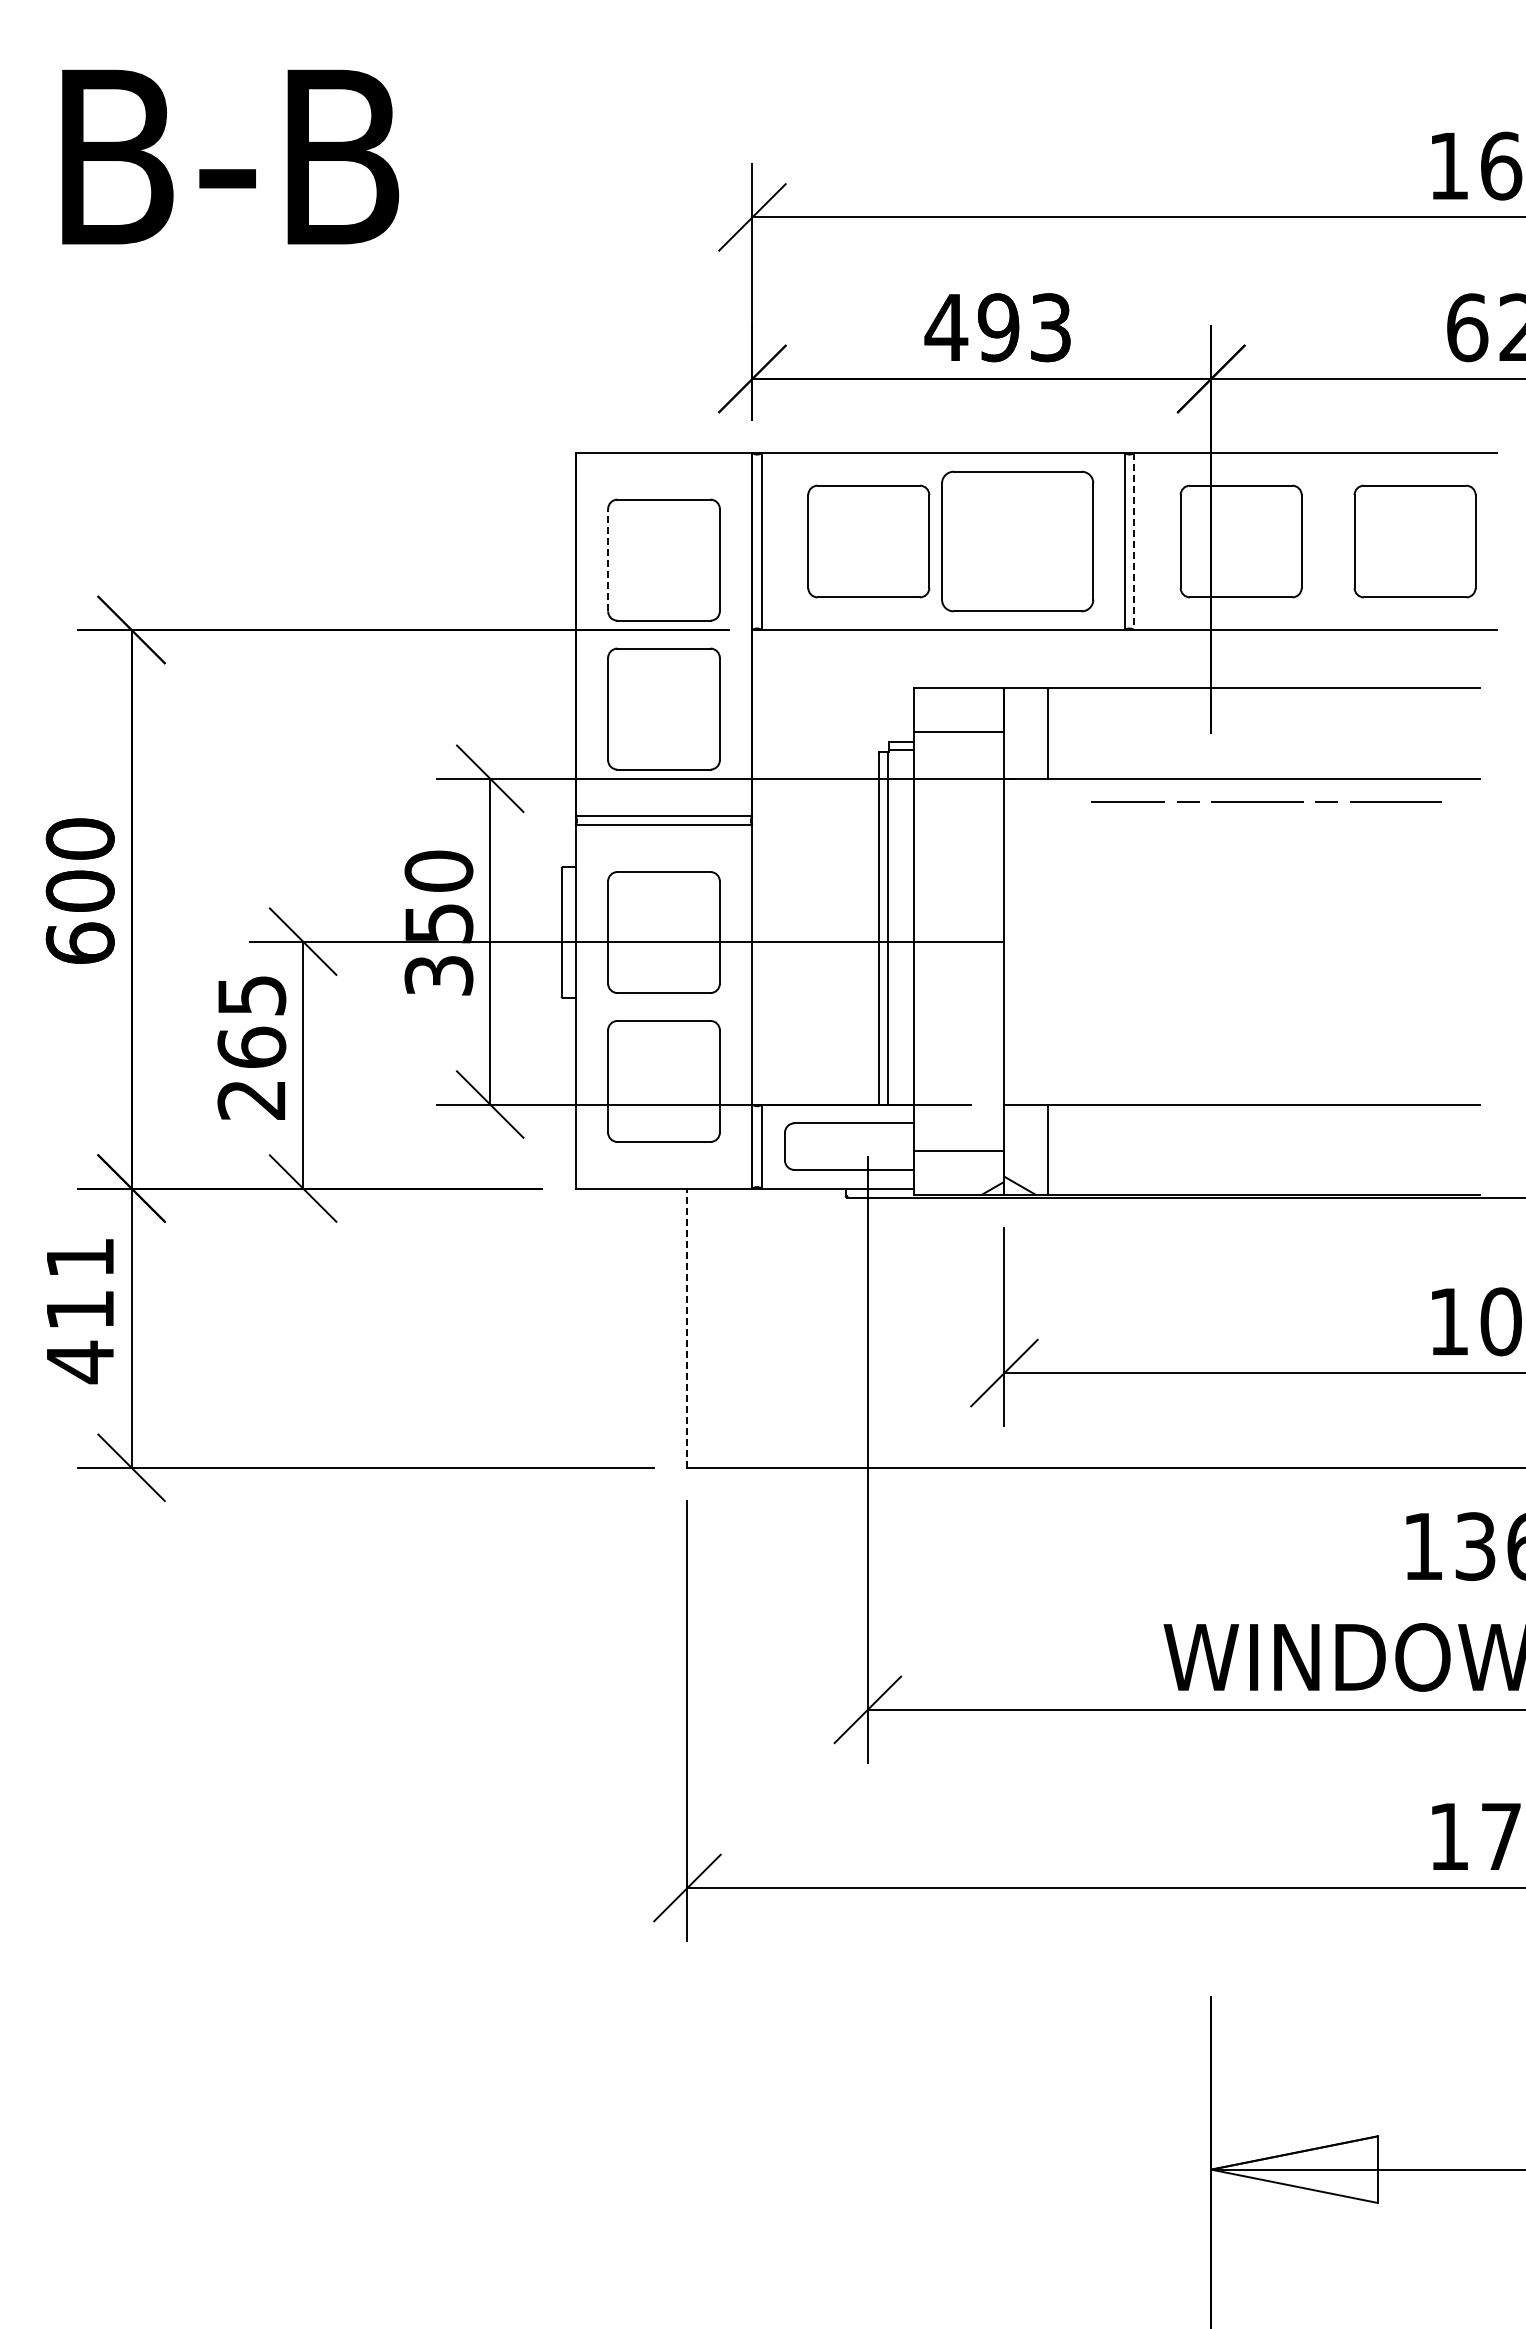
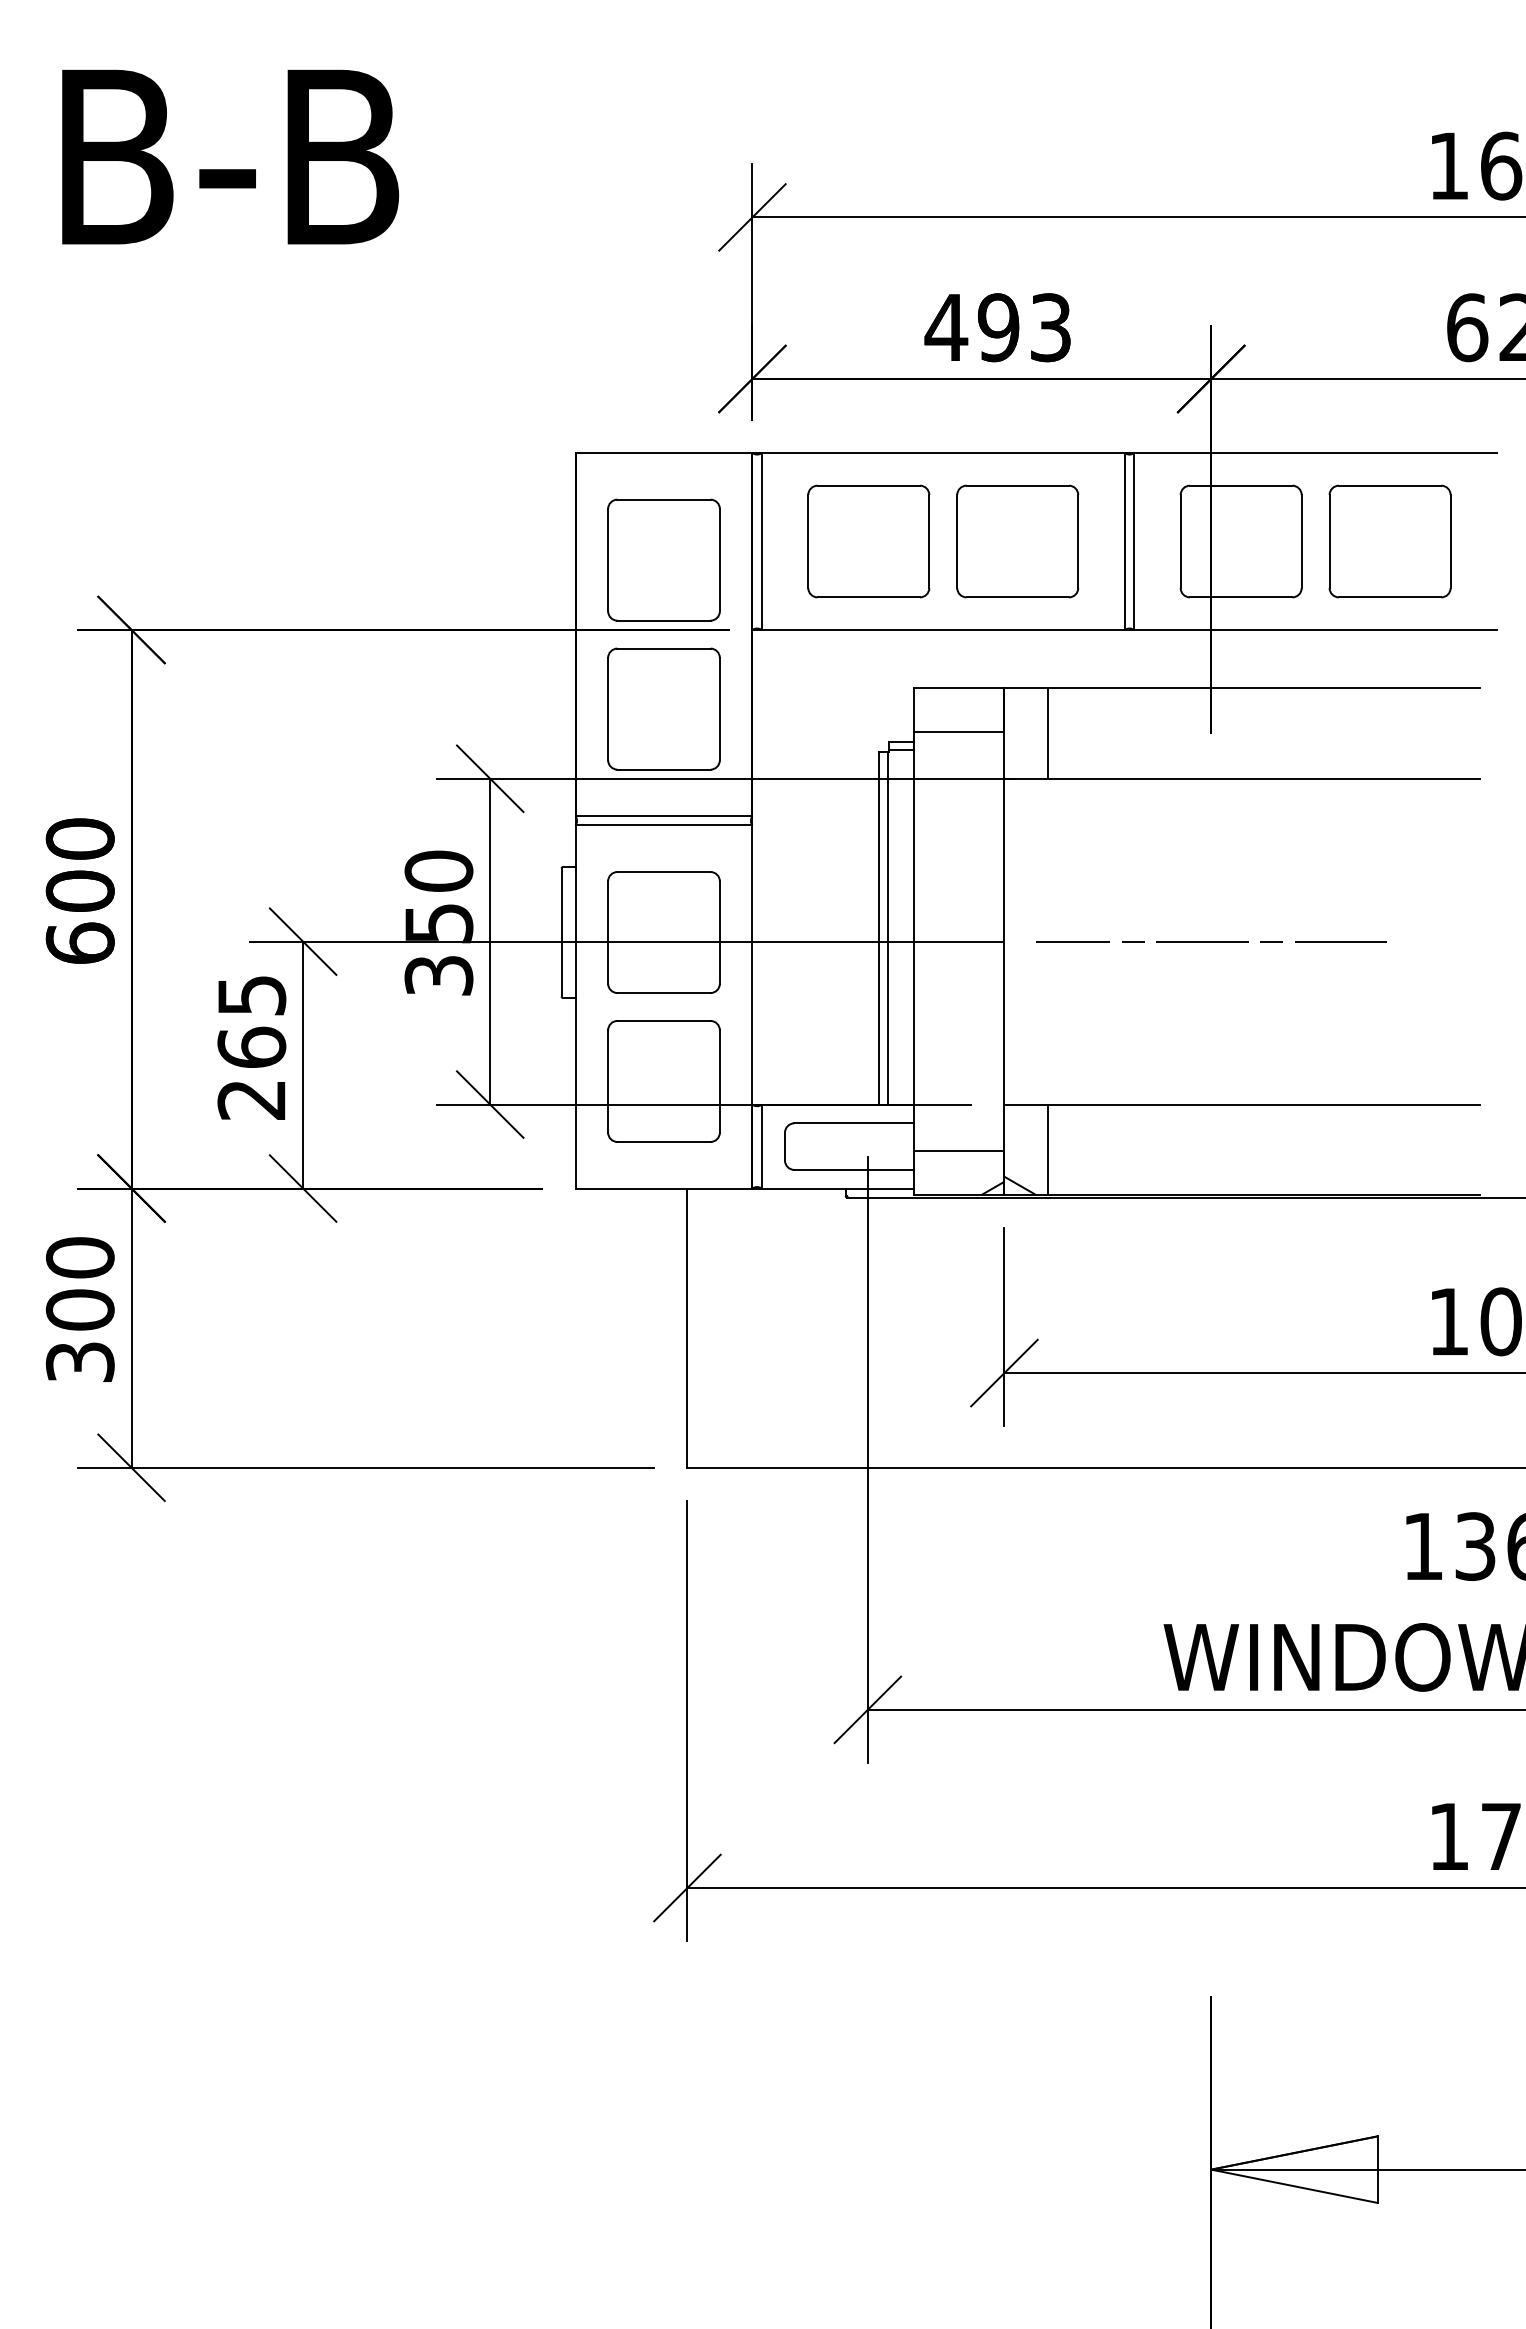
part at (1017, 541) size: 154x143 px -> 124x115 px
part at (1414, 541) position: (1414, 541) -> (1389, 541)
line at (1134, 542): dashed -> solid
line at (608, 559): dashed -> solid
line at (1266, 801) position: (1266, 801) -> (1211, 941)
text at (79, 1310): 411 -> 300
line at (687, 1328): dashed -> solid
